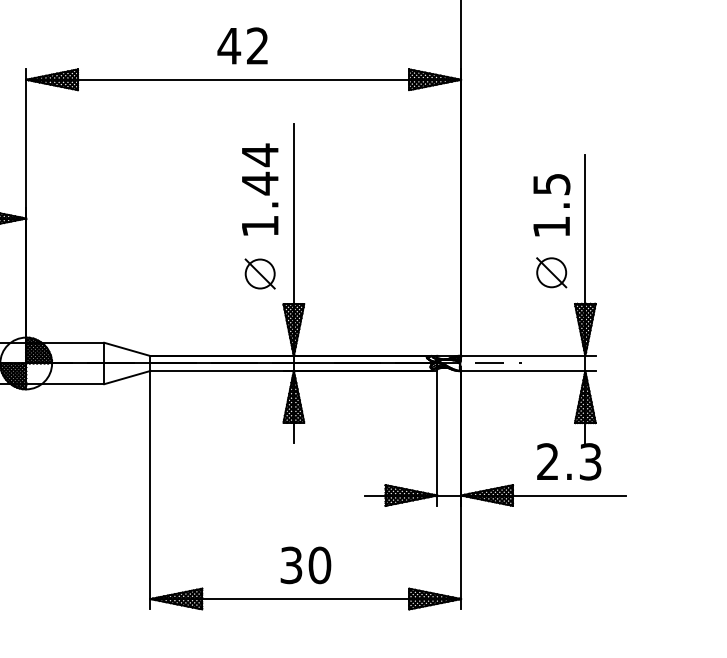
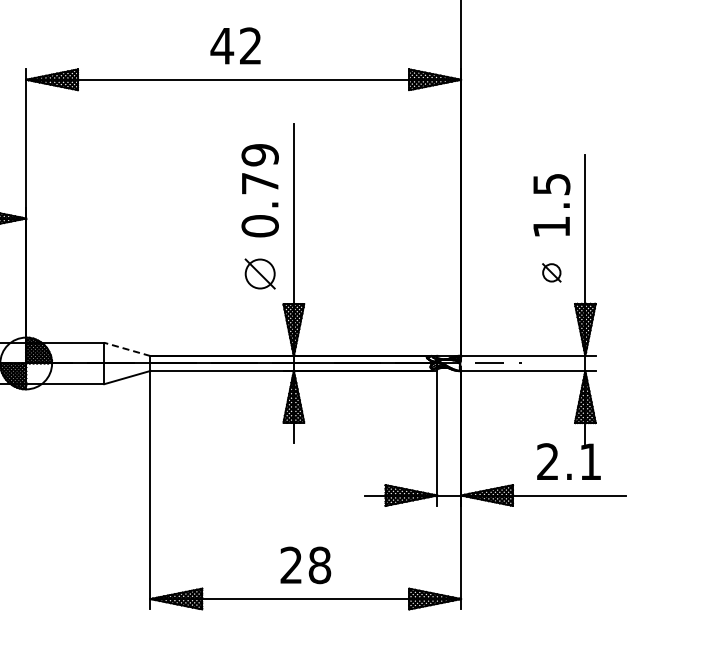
text at (242, 45) position: (242, 45) -> (235, 45)
text at (259, 190): 1.44 -> 0.79
part at (551, 272) size: 32x32 px -> 20x20 px
line at (126, 349): solid -> dashed
text at (590, 461): 2.3 -> 2.1
text at (305, 565): 30 -> 28
